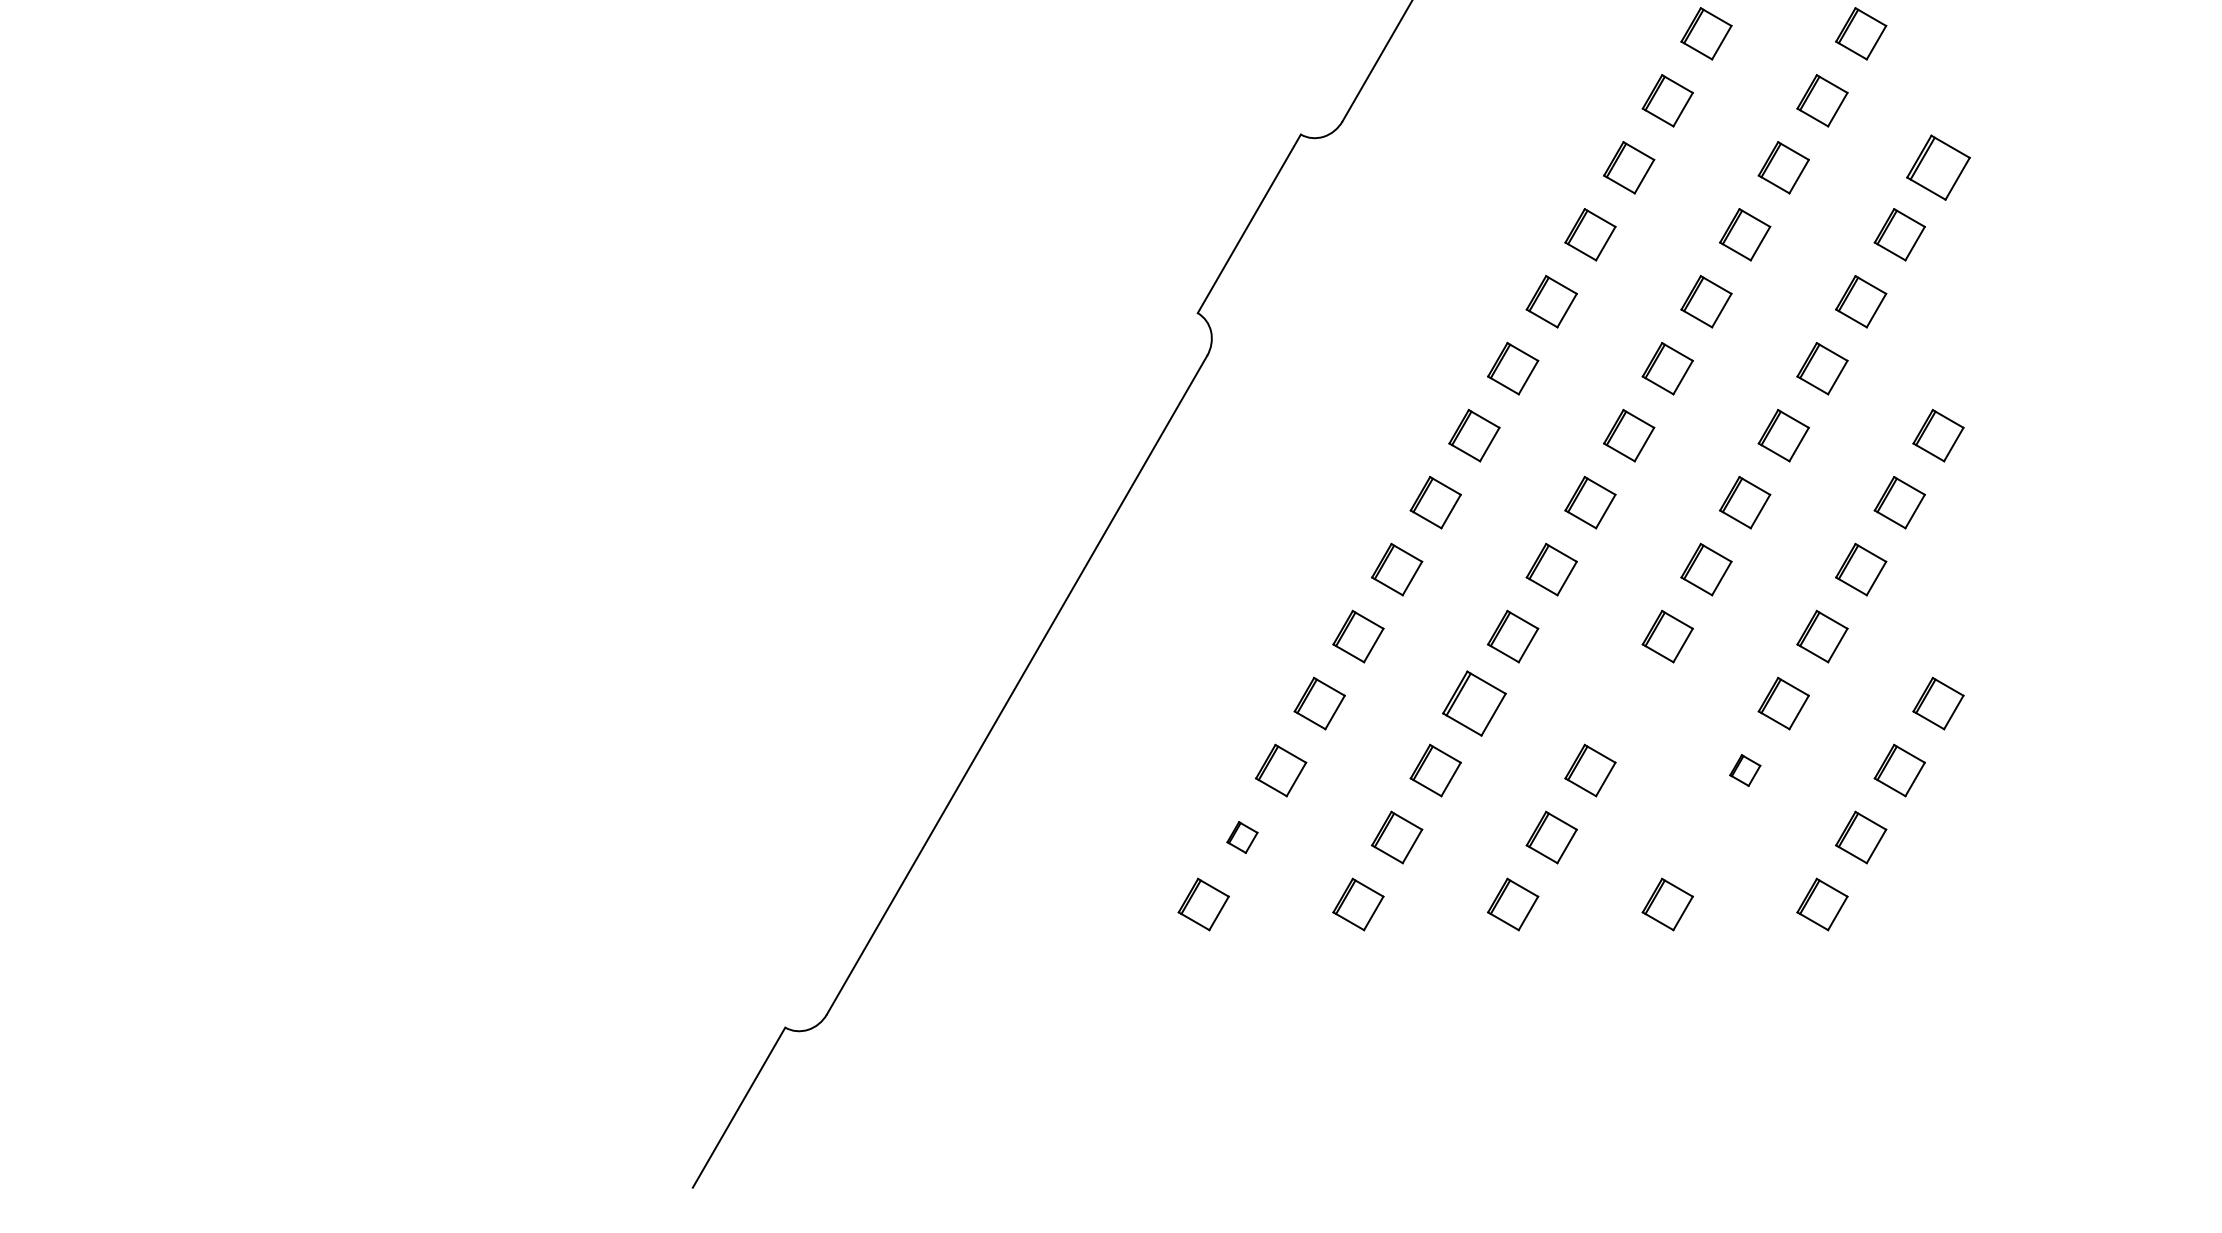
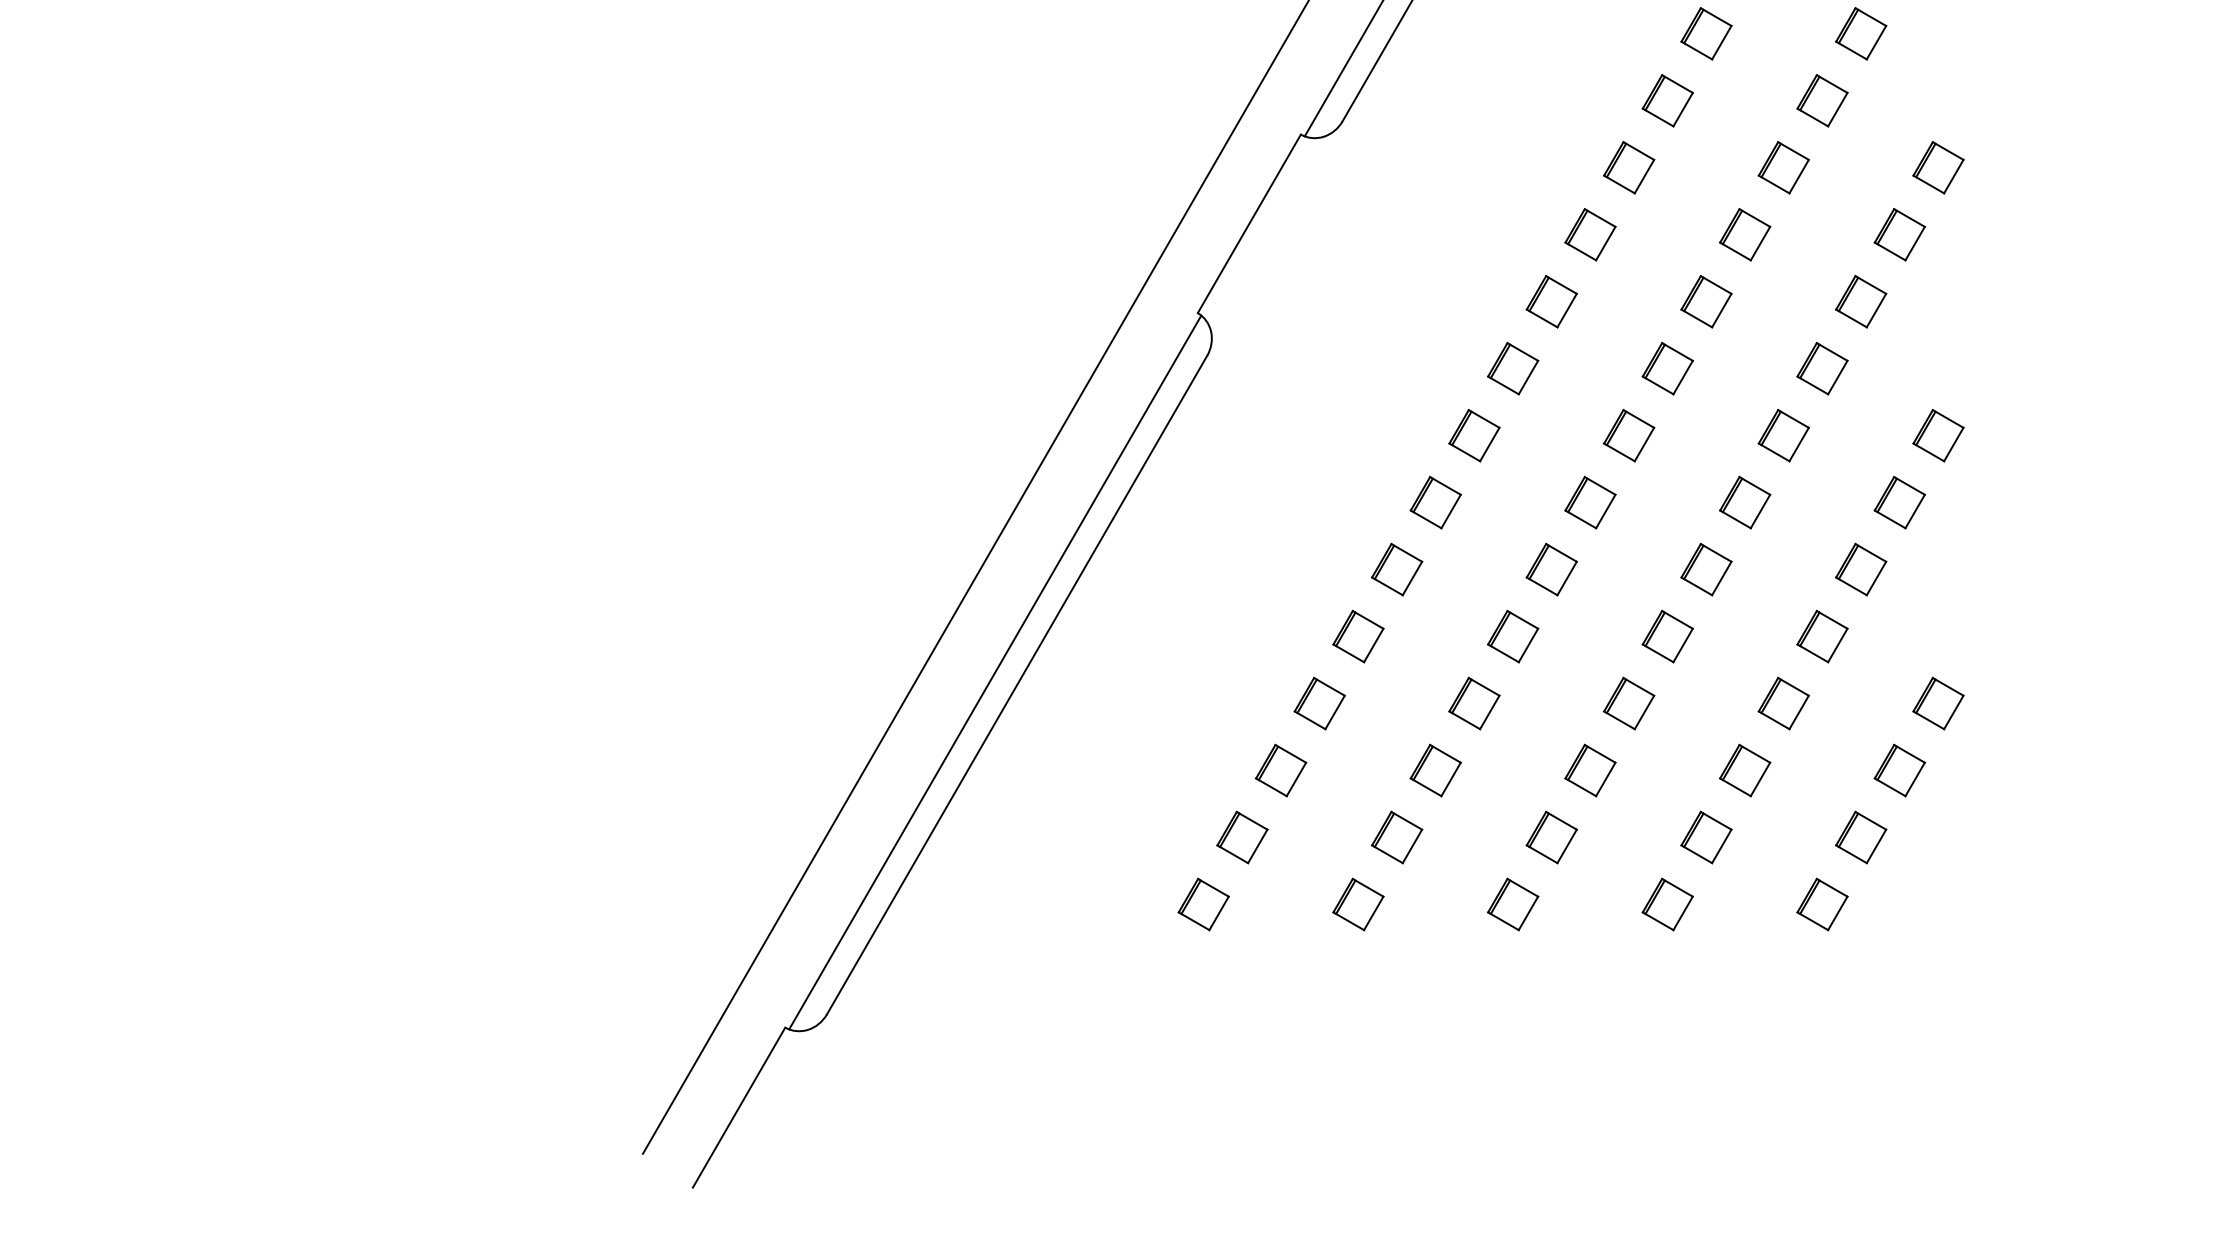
line at (1343, 69): none -> present
part at (1938, 167) size: 65x67 px -> 53x54 px
line at (974, 577): none -> present
line at (995, 672): none -> present
part at (1474, 703) size: 65x67 px -> 53x55 px
part at (1629, 703): none -> present
part at (1745, 770) size: 33x33 px -> 53x55 px
part at (1242, 837) size: 33x33 px -> 53x55 px
part at (1706, 837): none -> present
